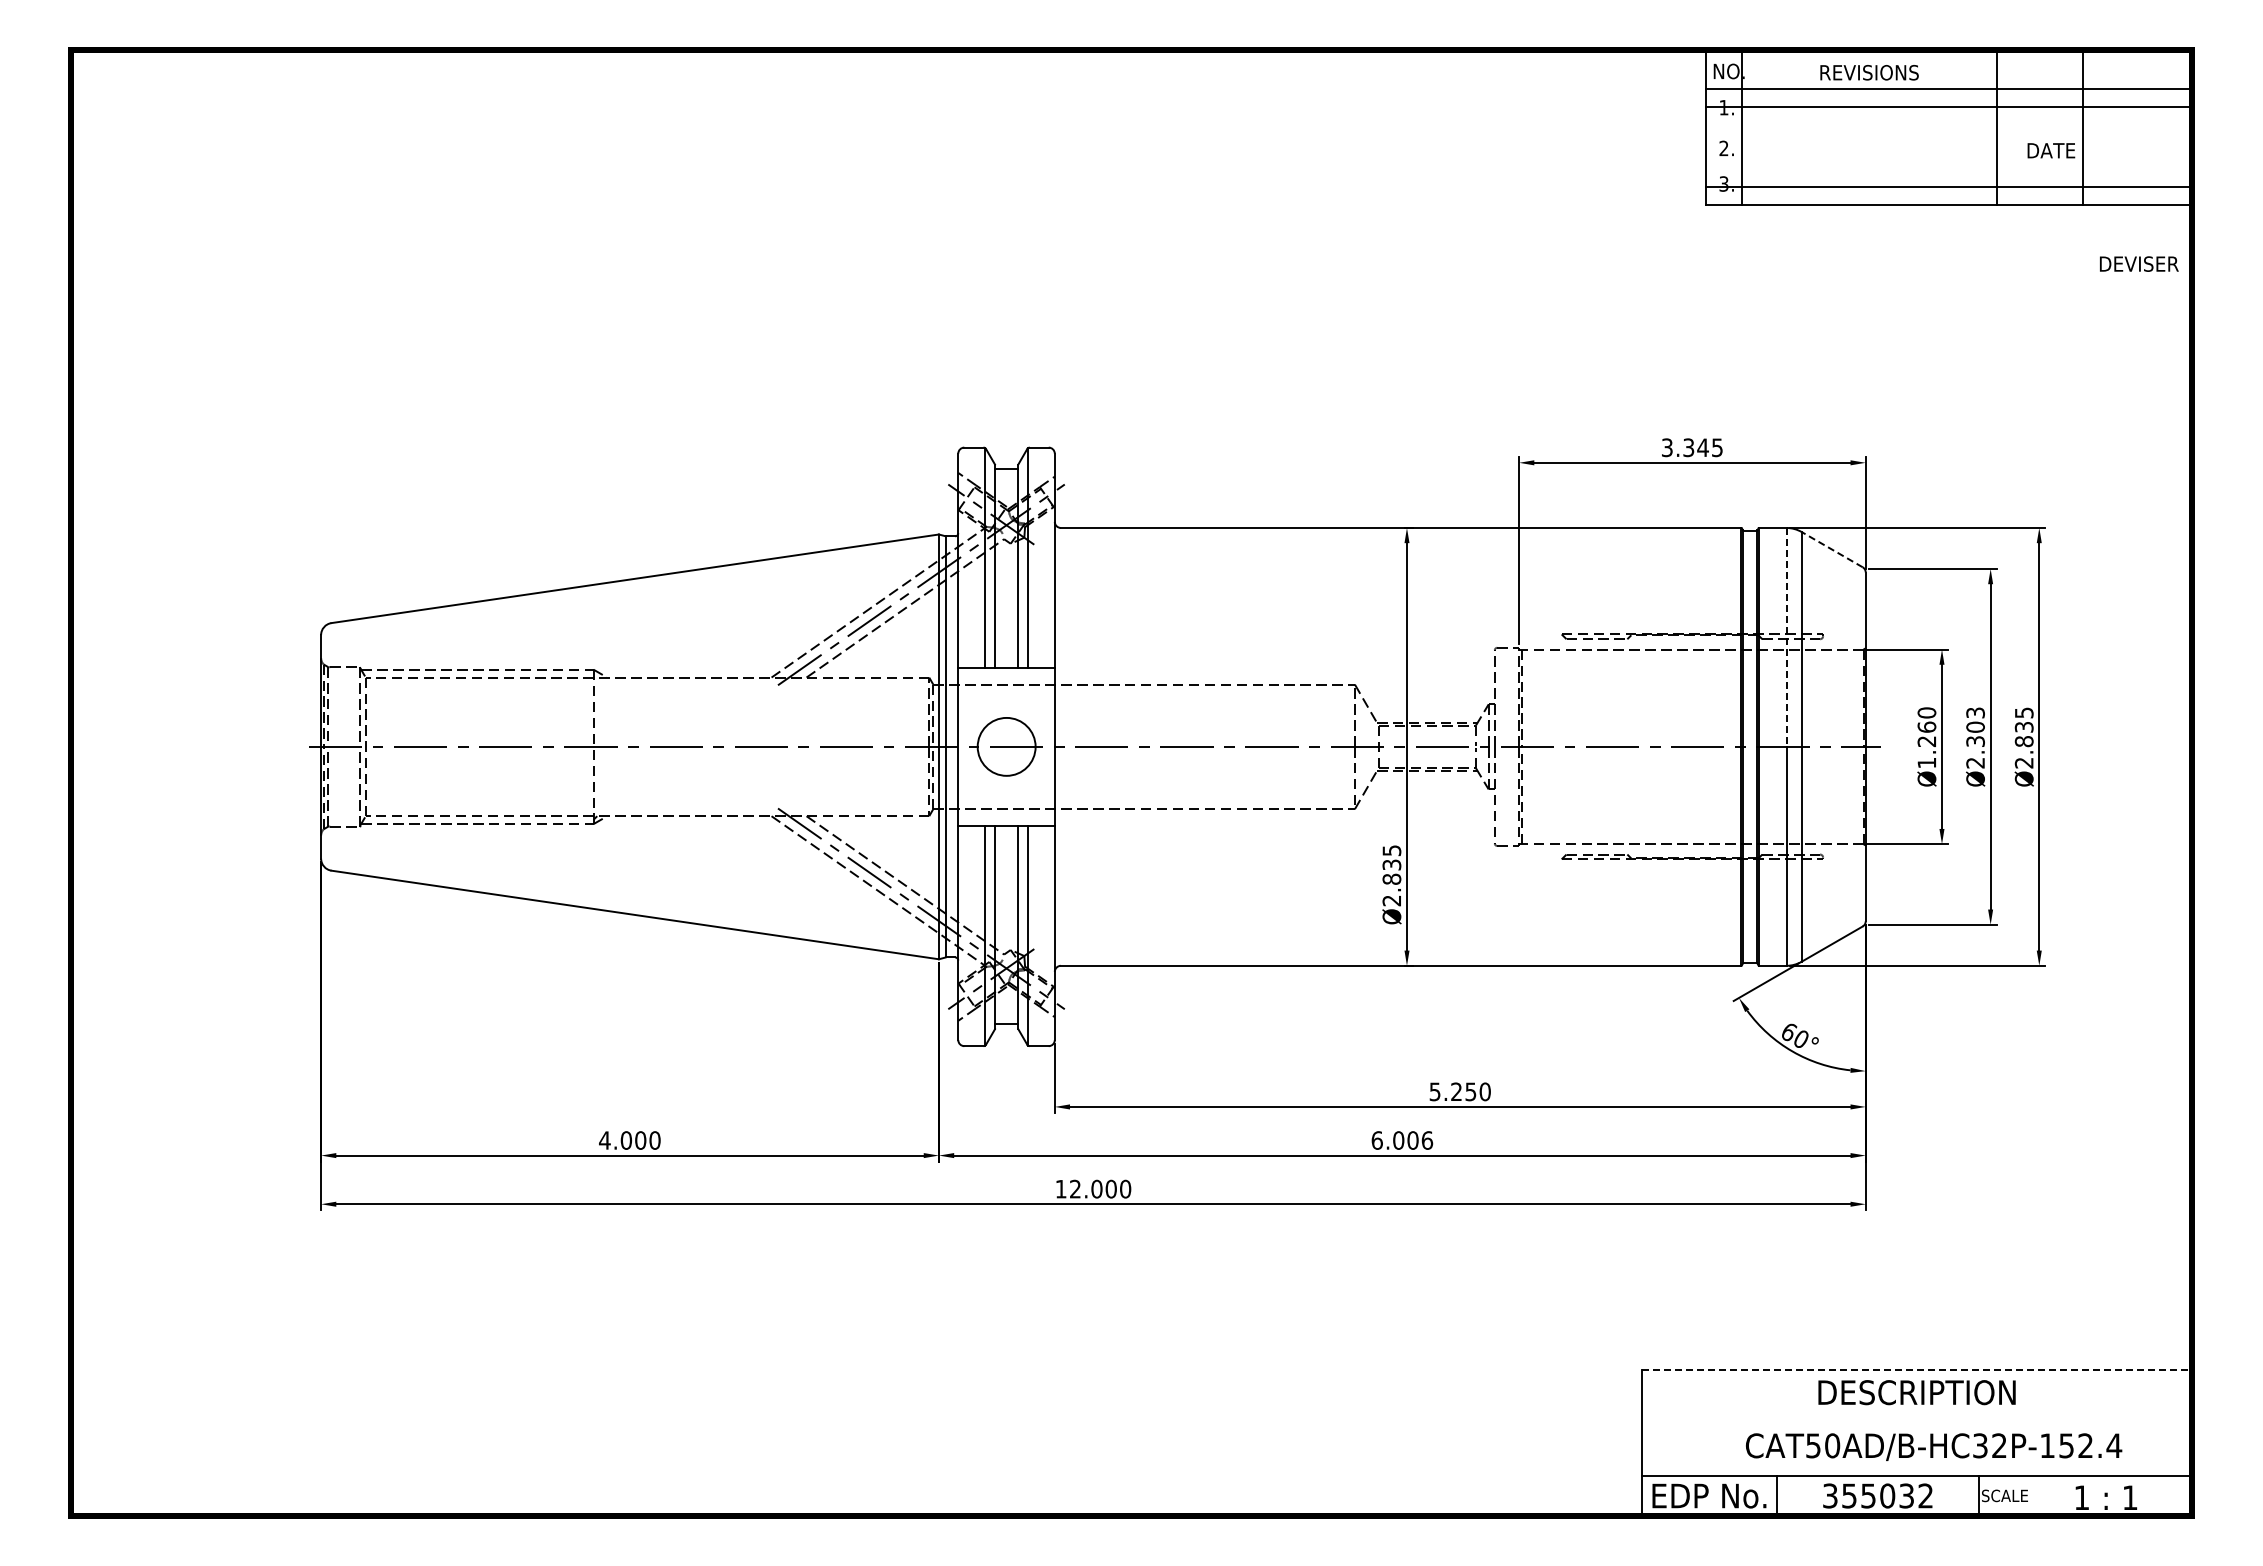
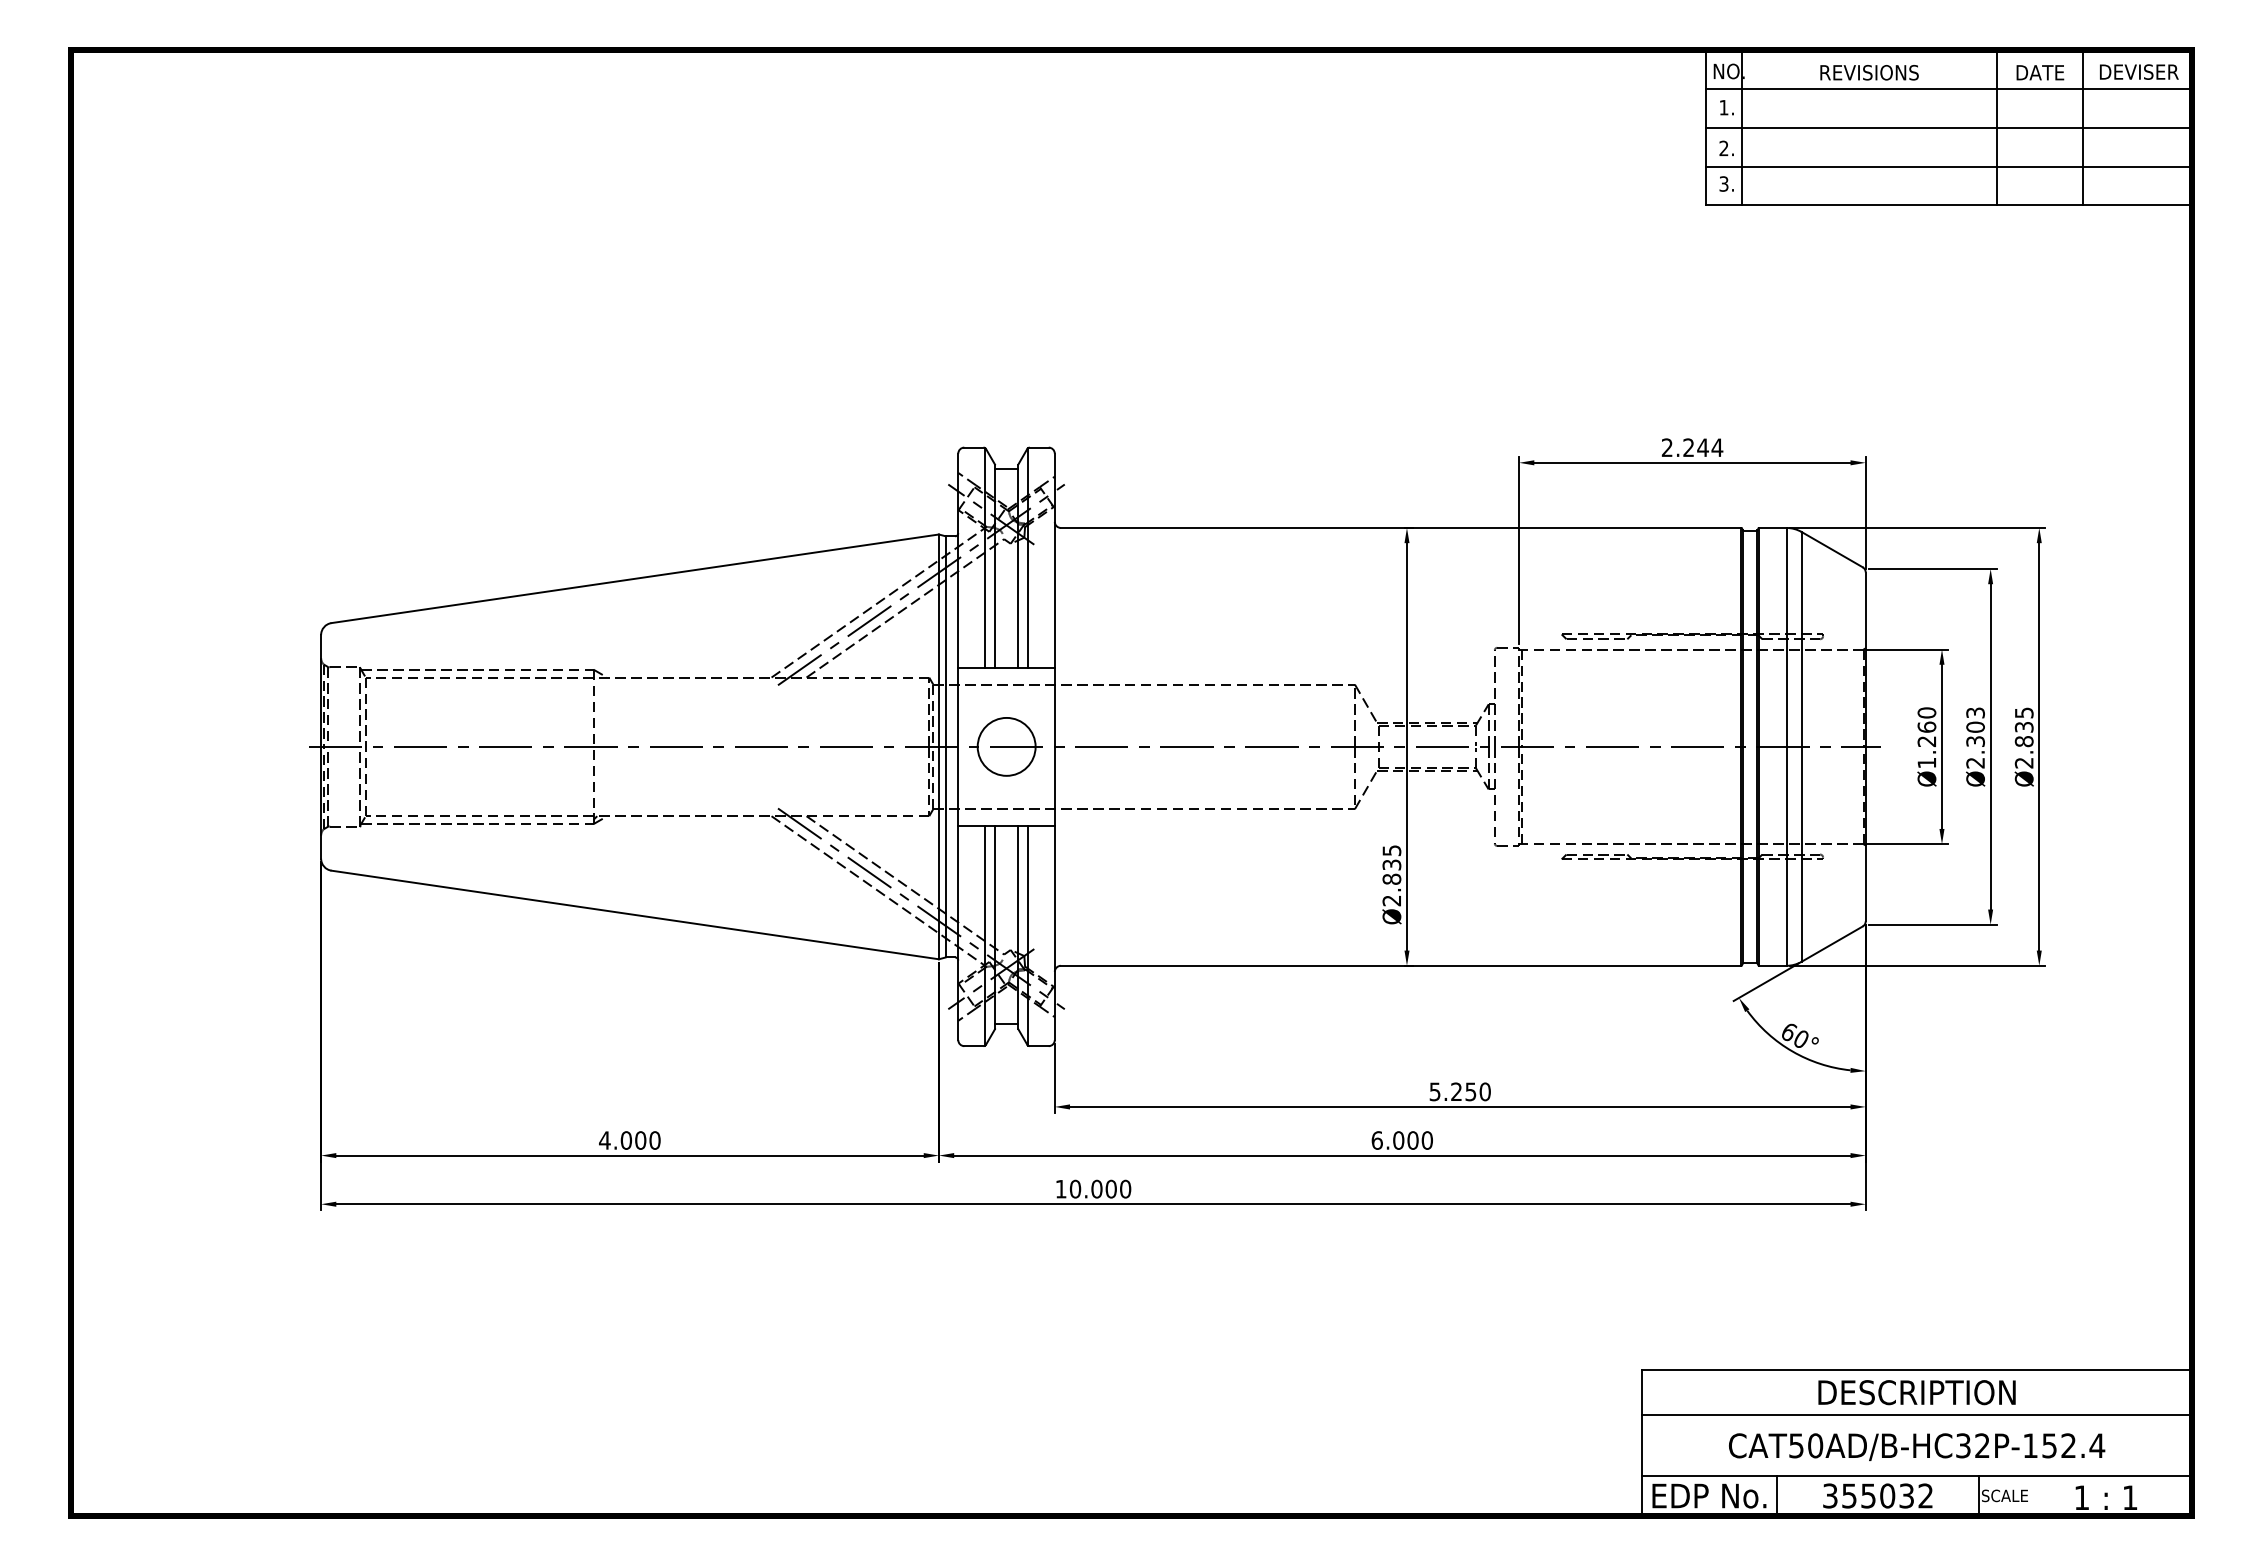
line at (1948, 107) position: (1948, 107) -> (1948, 128)
text at (2051, 150) position: (2051, 150) -> (2040, 72)
line at (1948, 186) position: (1948, 186) -> (1948, 166)
text at (2139, 263) position: (2139, 263) -> (2139, 71)
text at (1692, 447): 3.345 -> 2.244
line at (1831, 549): dashed -> solid
line at (1786, 637): dashed -> solid
text at (1427, 1140): 6.006 -> 6.000
text at (1075, 1188): 12.000 -> 10.000
line at (1917, 1369): dashed -> solid
line at (1917, 1415): none -> present
text at (1934, 1446) position: (1934, 1446) -> (1917, 1446)
